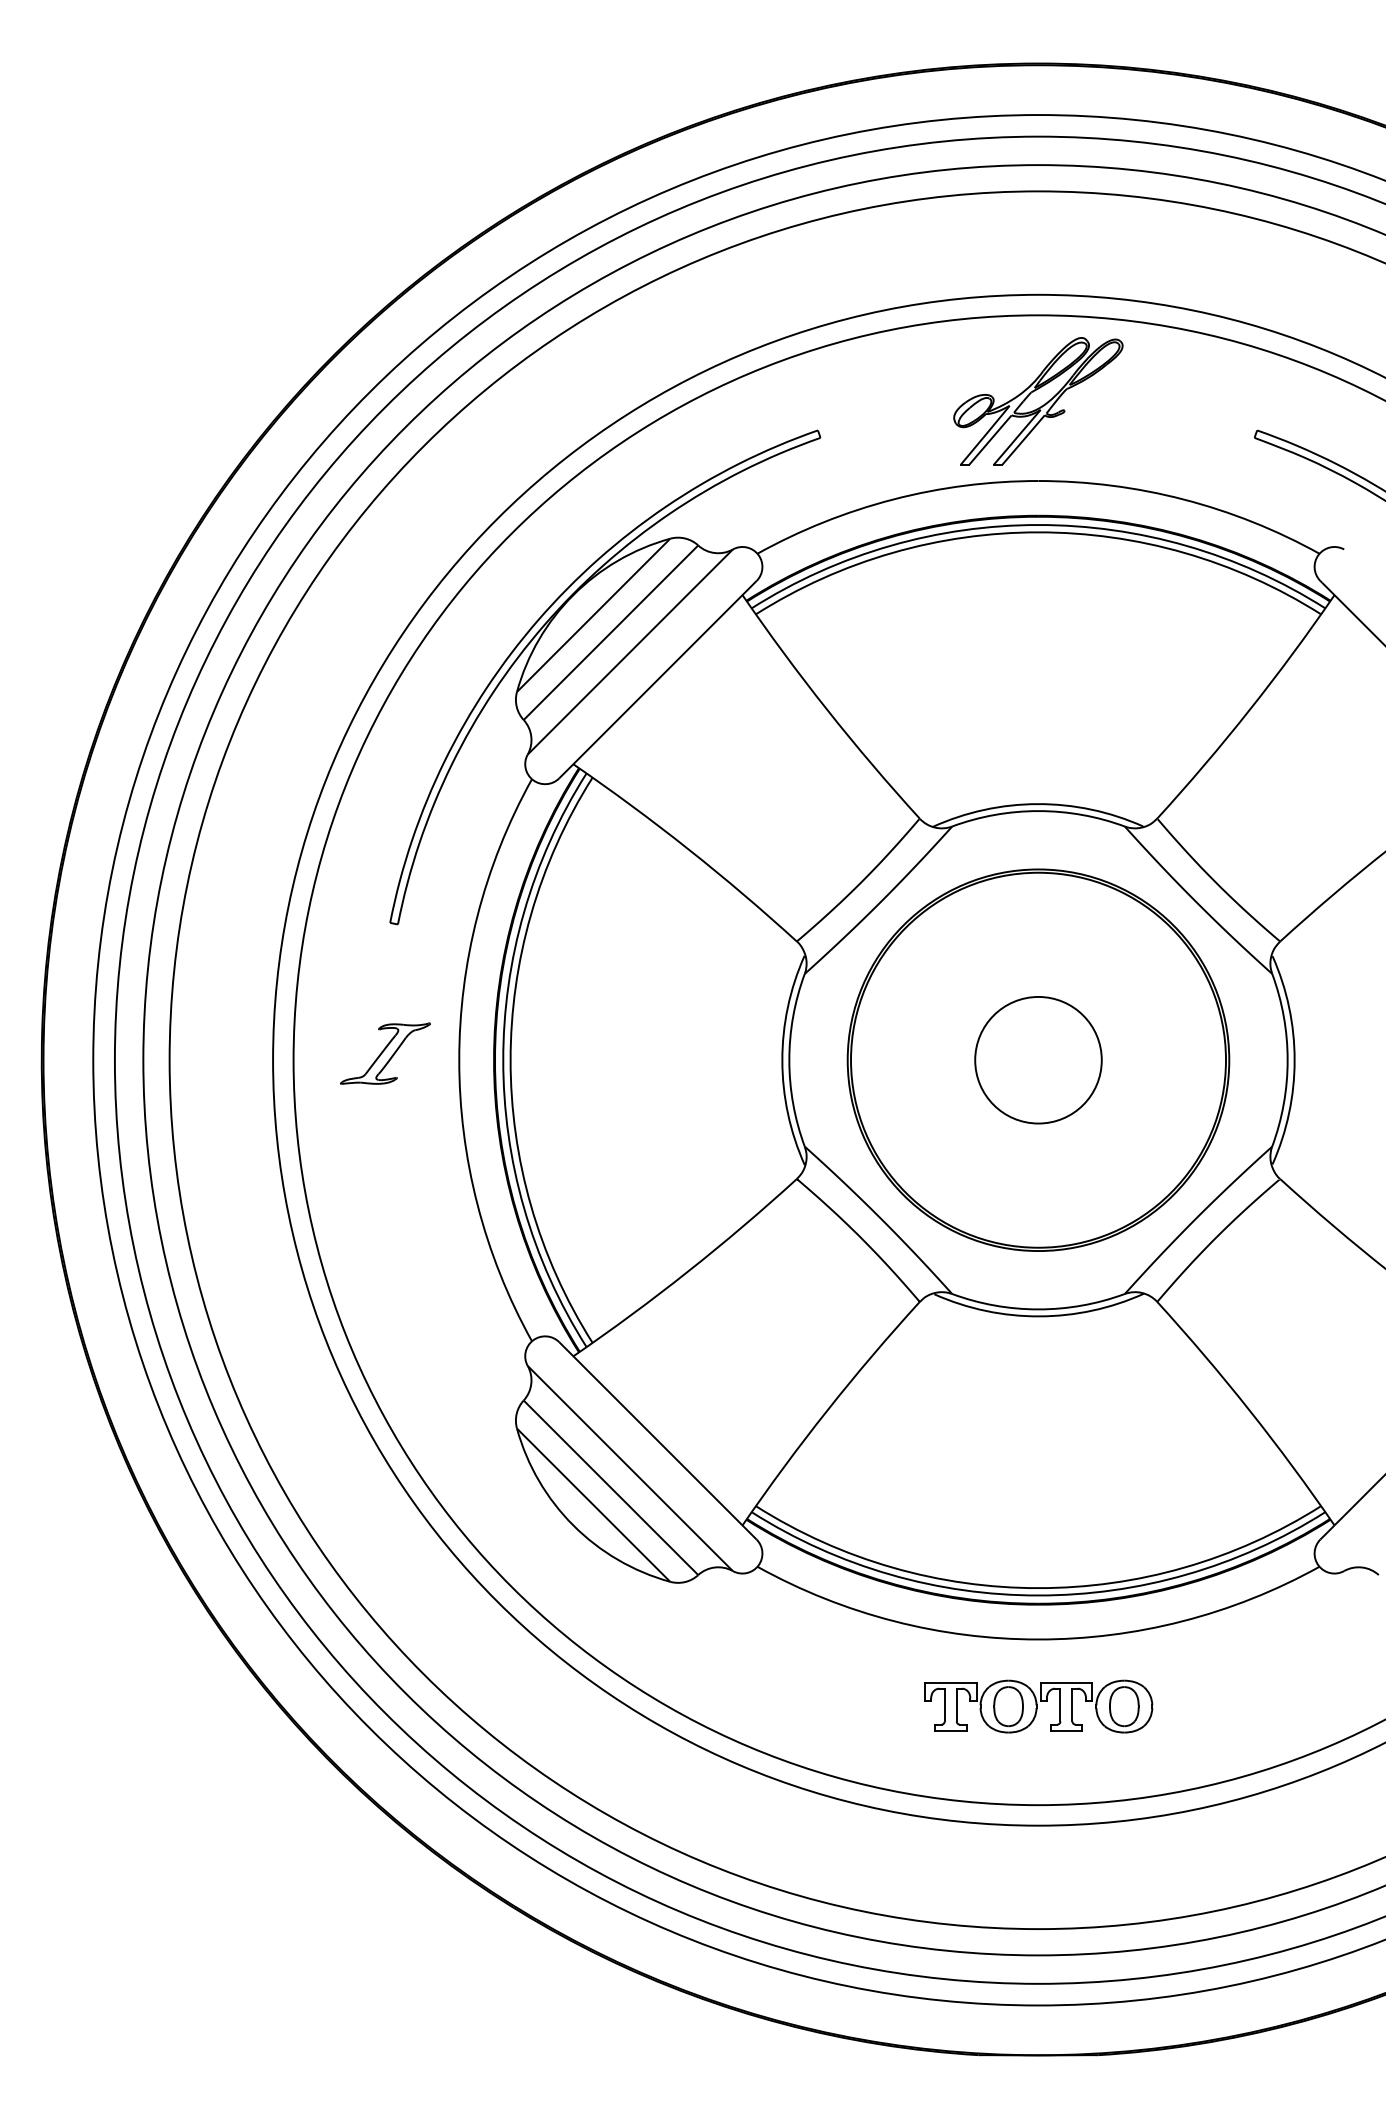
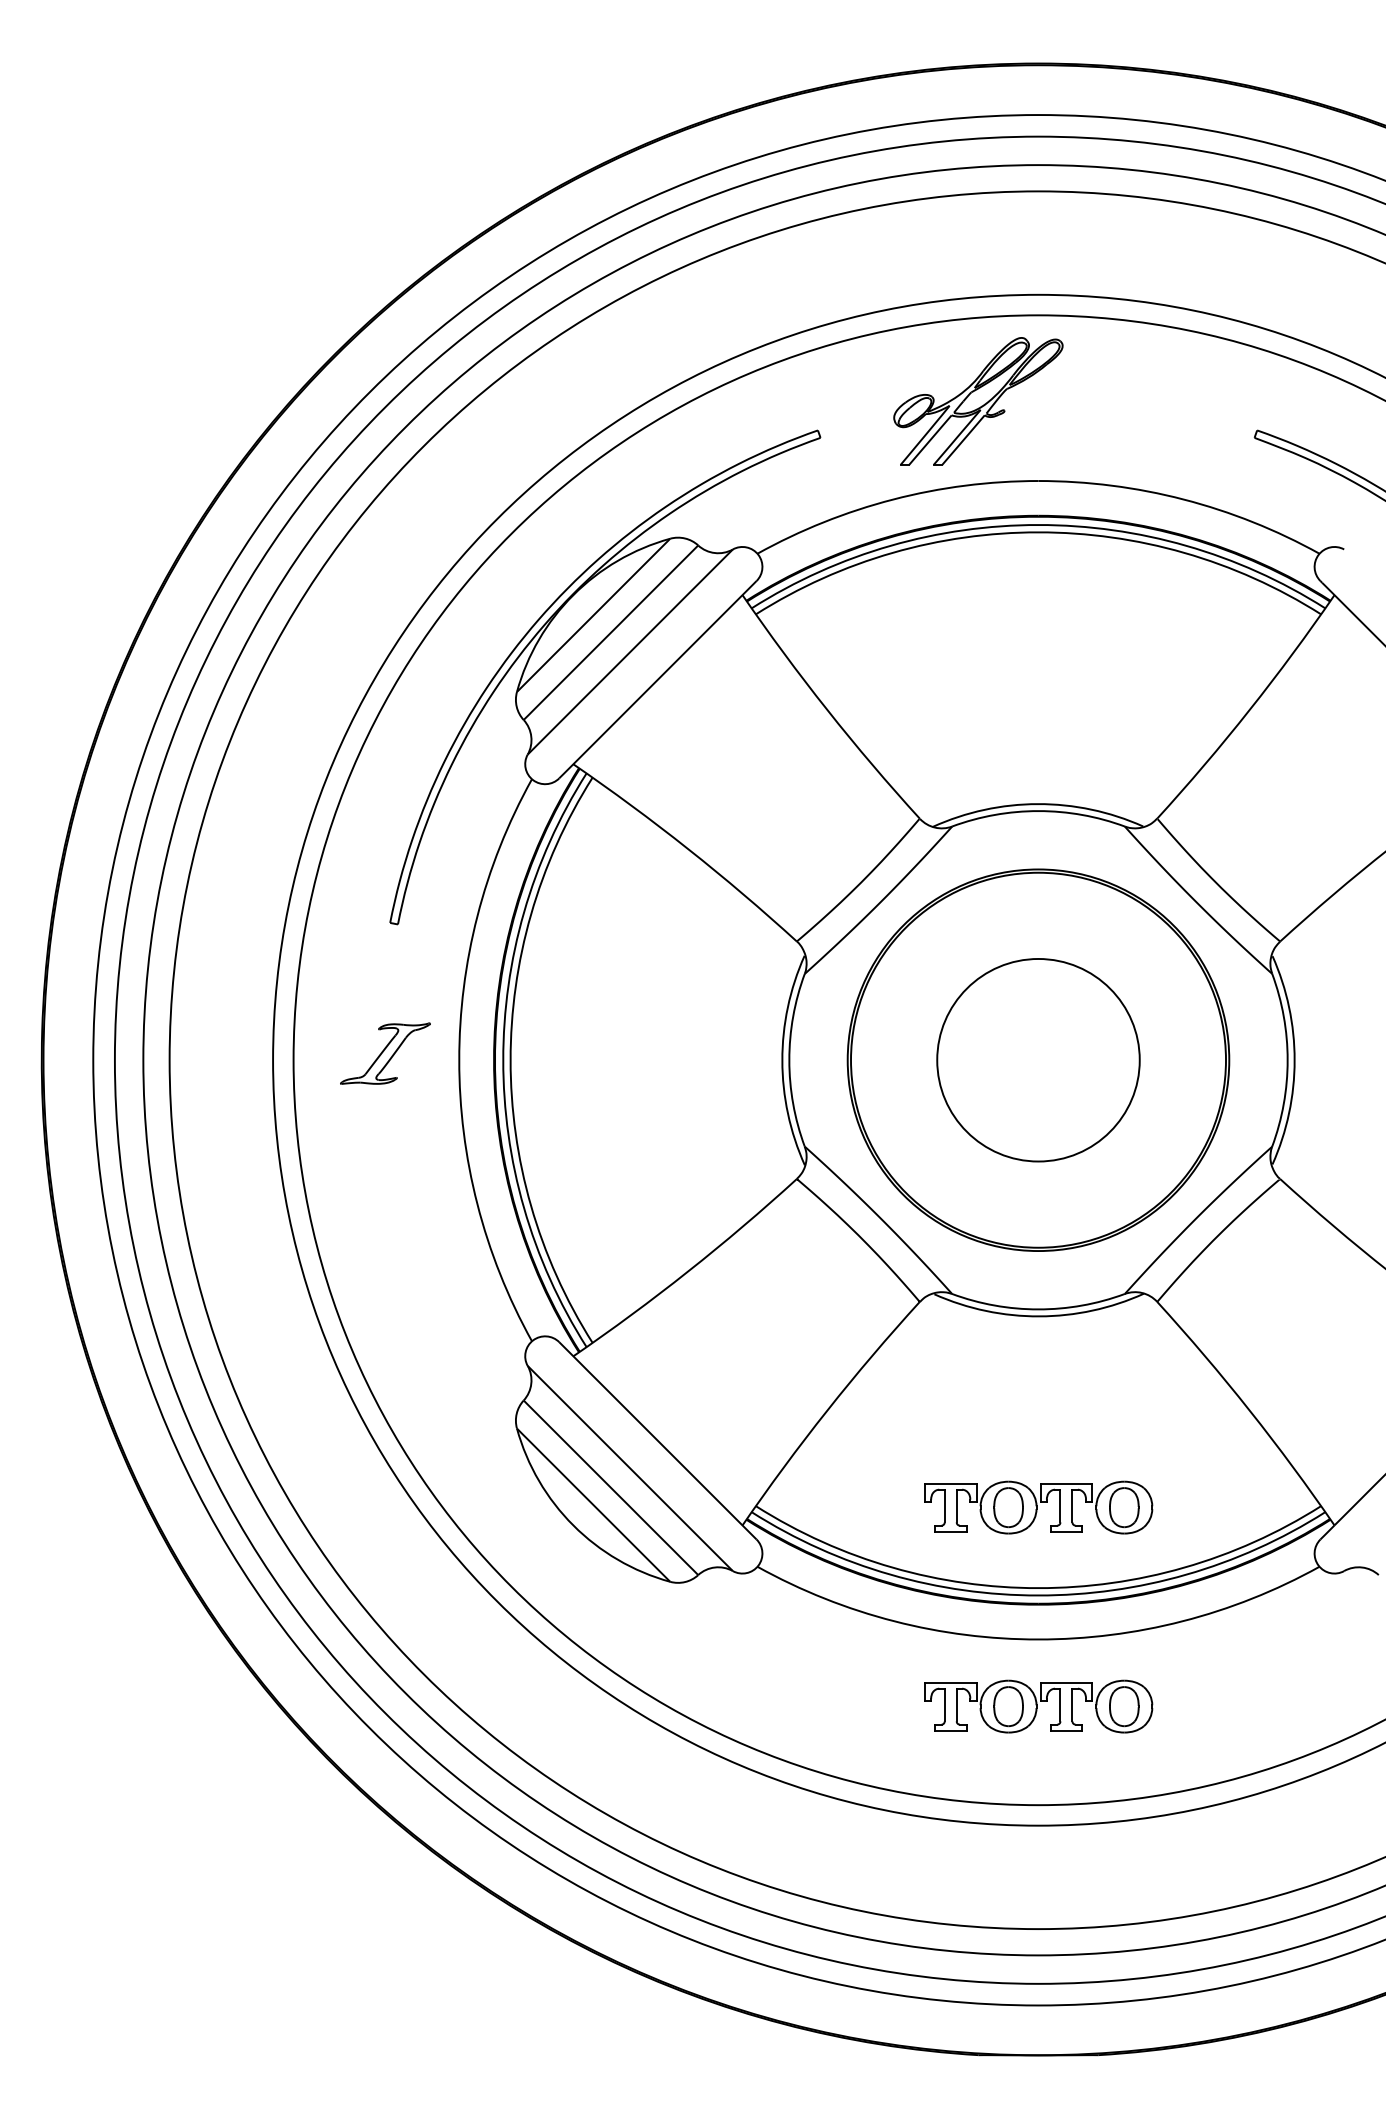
part at (1038, 401) position: (1038, 401) -> (978, 401)
circle at (1038, 1059) diameter: 127 px -> 203 px
part at (1038, 1507): none -> present
